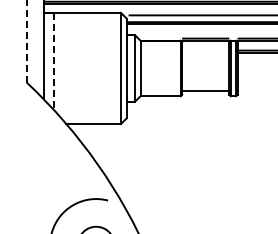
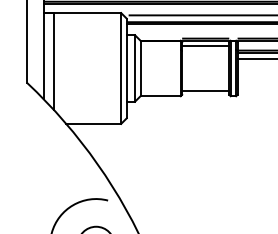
line at (26, 41): dashed -> solid
line at (205, 46): none -> present
line at (255, 59): none -> present
line at (53, 61): dashed -> solid
